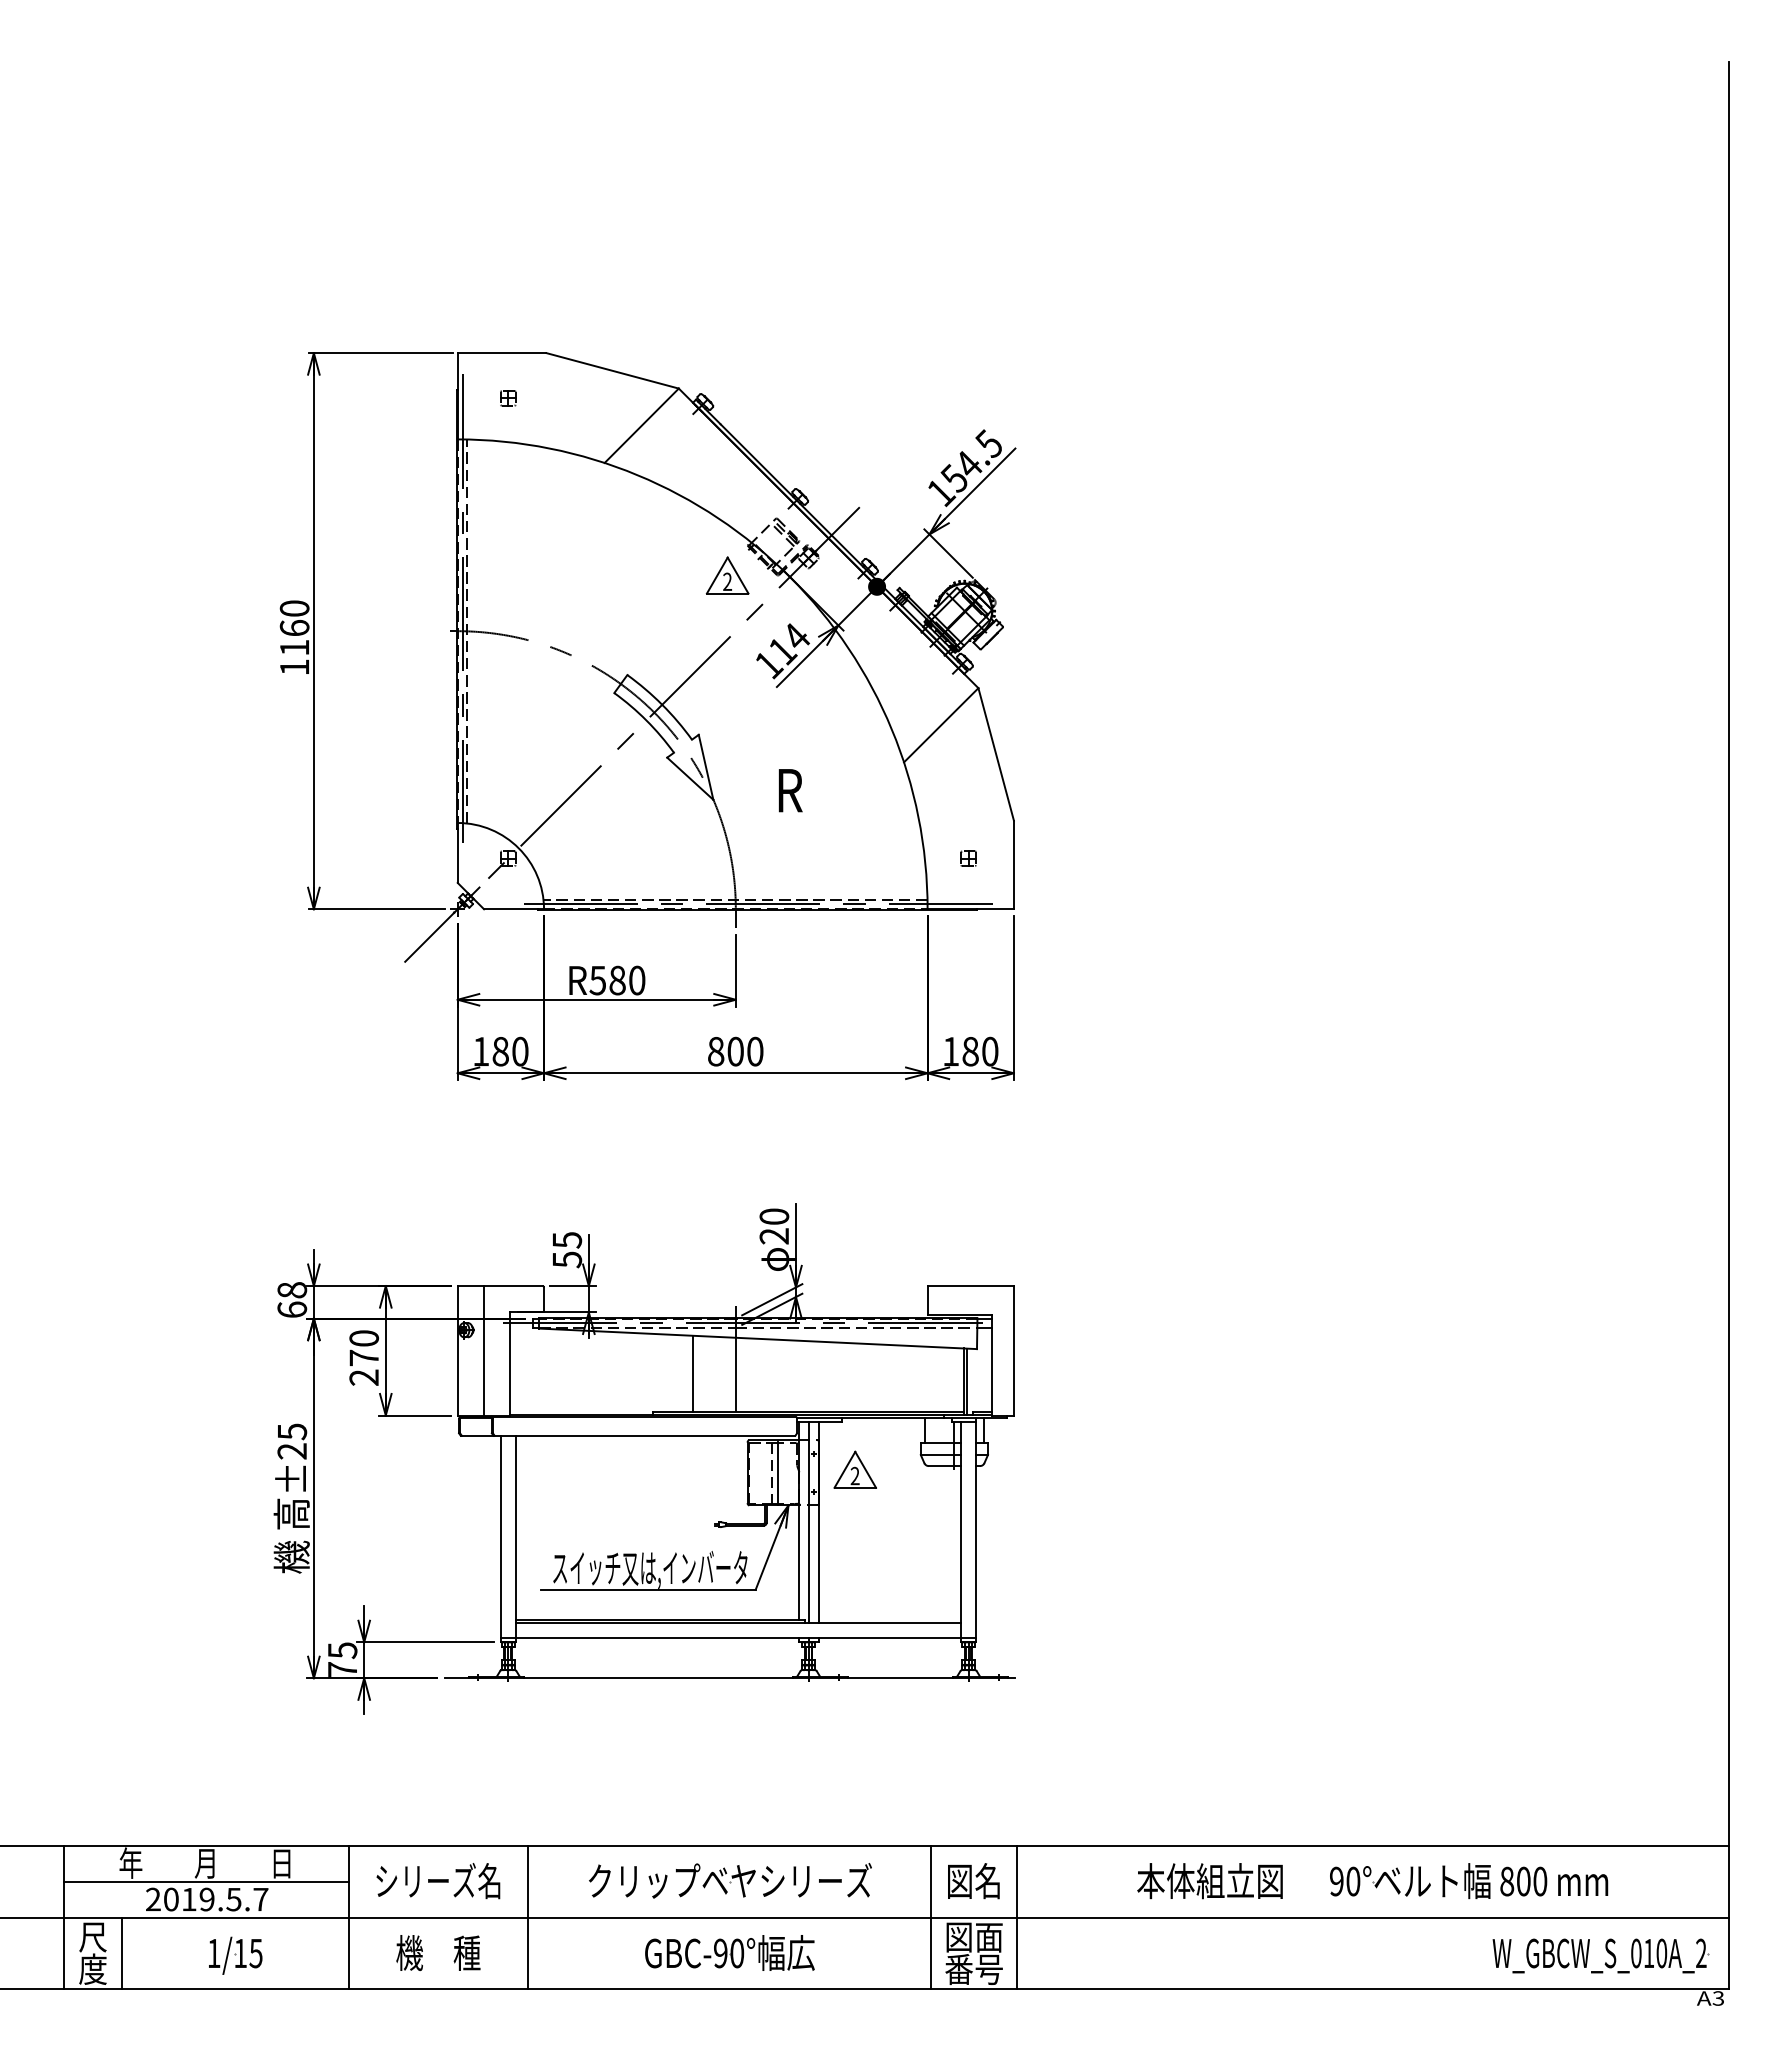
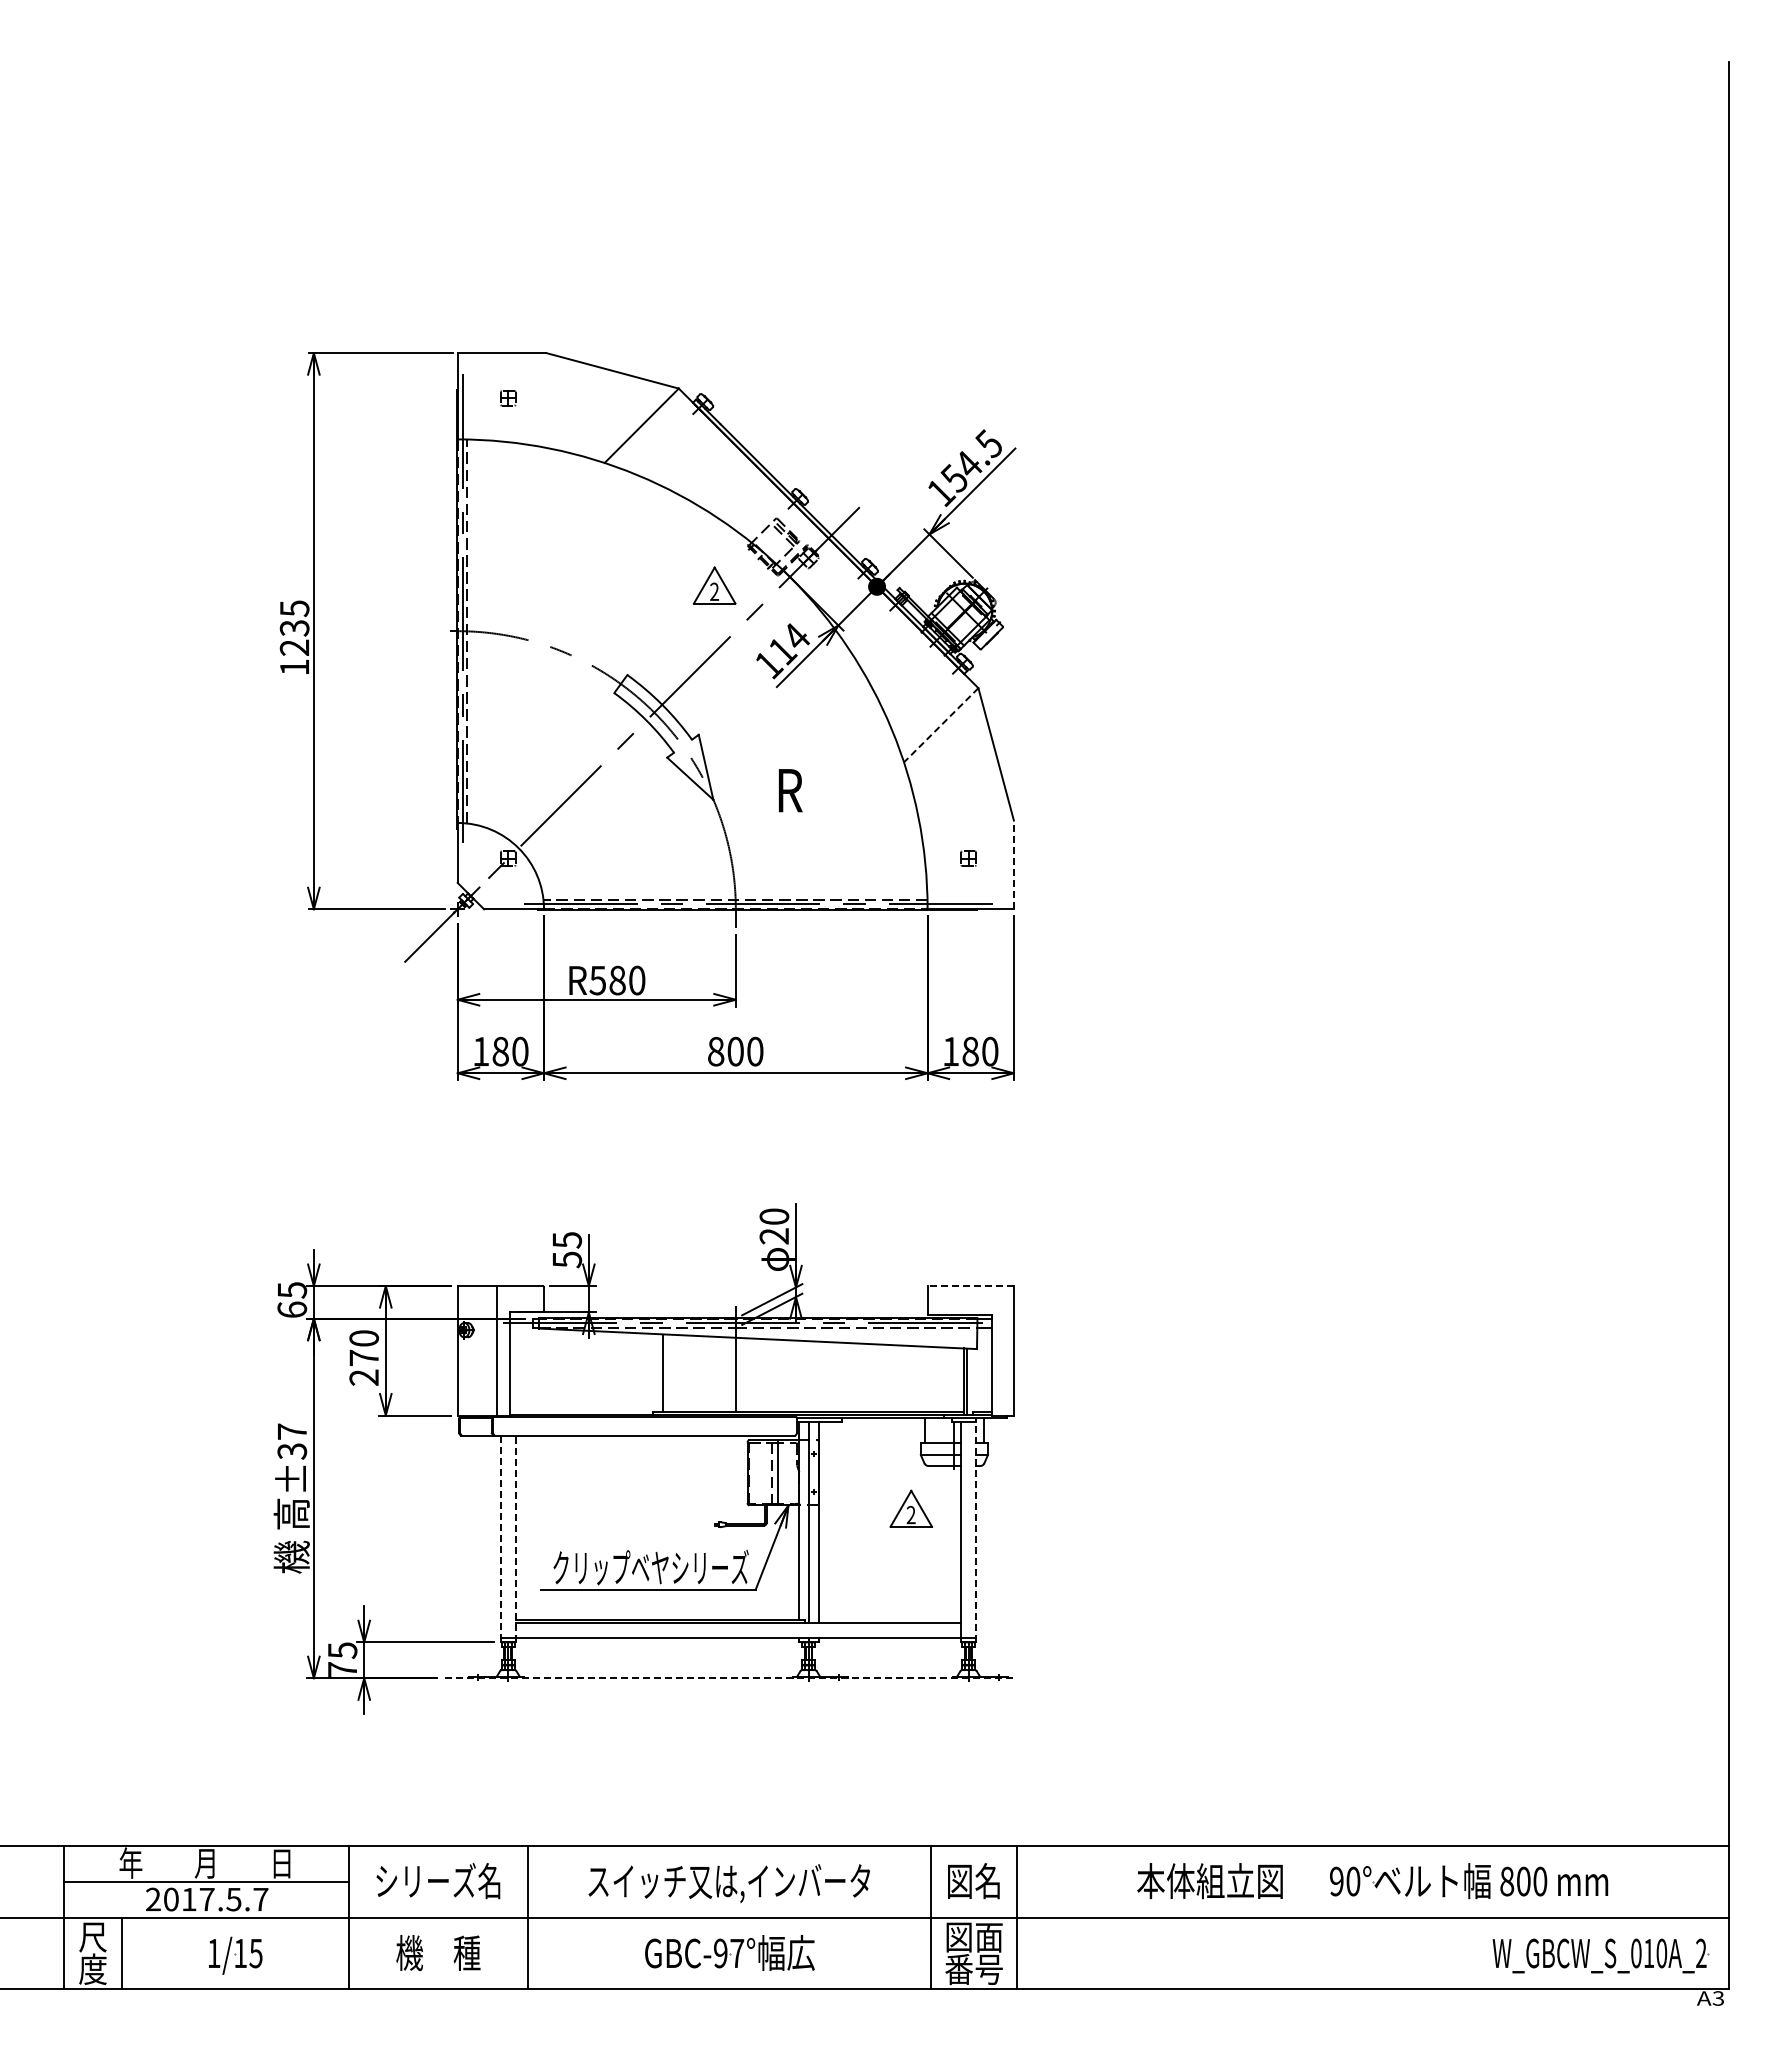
part at (727, 575) position: (727, 575) -> (714, 585)
text at (294, 627): 1160 -> 1235
line at (941, 725): solid -> dashed
line at (1013, 864): solid -> dashed
line at (970, 1286): solid -> dashed
text at (291, 1290): 68 -> 65
line at (484, 1350) position: (484, 1350) -> (497, 1350)
line at (693, 1373) position: (693, 1373) -> (663, 1373)
text at (292, 1441): ±25 -> ±37
part at (854, 1469) position: (854, 1469) -> (910, 1508)
line at (976, 1529): solid -> dashed
line at (515, 1538): solid -> dashed
line at (500, 1539): solid -> dashed
text at (650, 1568): スイッチ又は,インバータ -> クリップベヤシリーズ
line at (730, 1678): solid -> dashed
text at (729, 1882): クリップベヤシリーズ -> スイッチ又は,インバータ
text at (206, 1899): 2019.5.7 -> 2017.5.7
text at (737, 1953): GBC-90° -> GBC-97°
